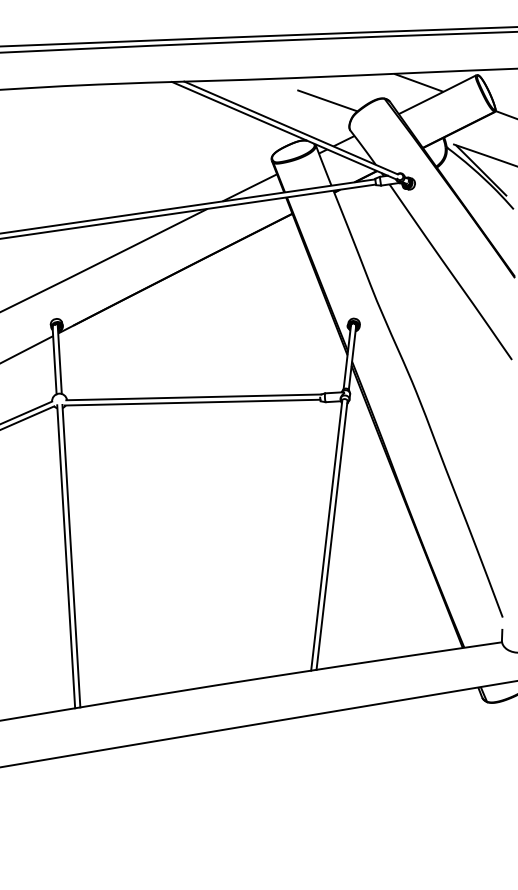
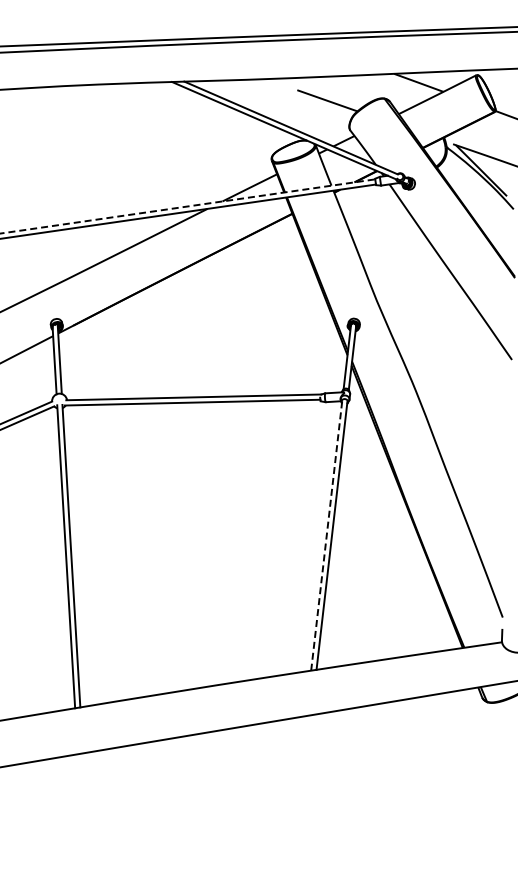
line at (188, 206): solid -> dashed
line at (326, 536): solid -> dashed
